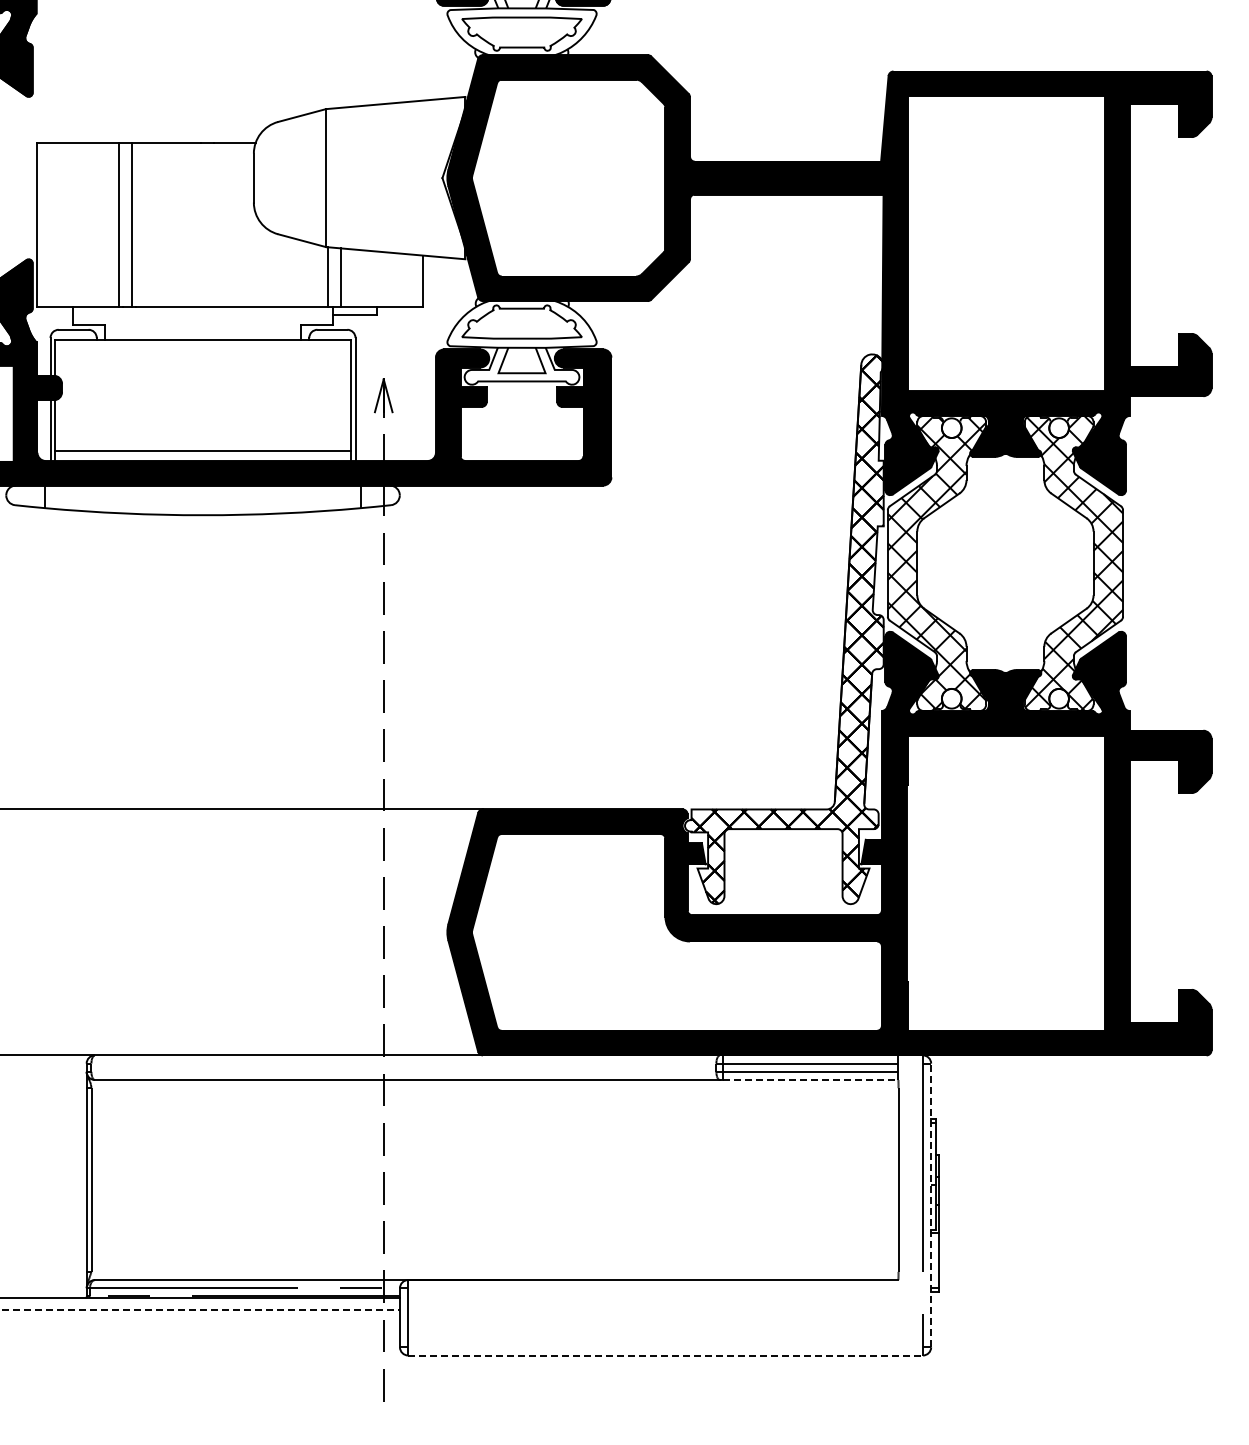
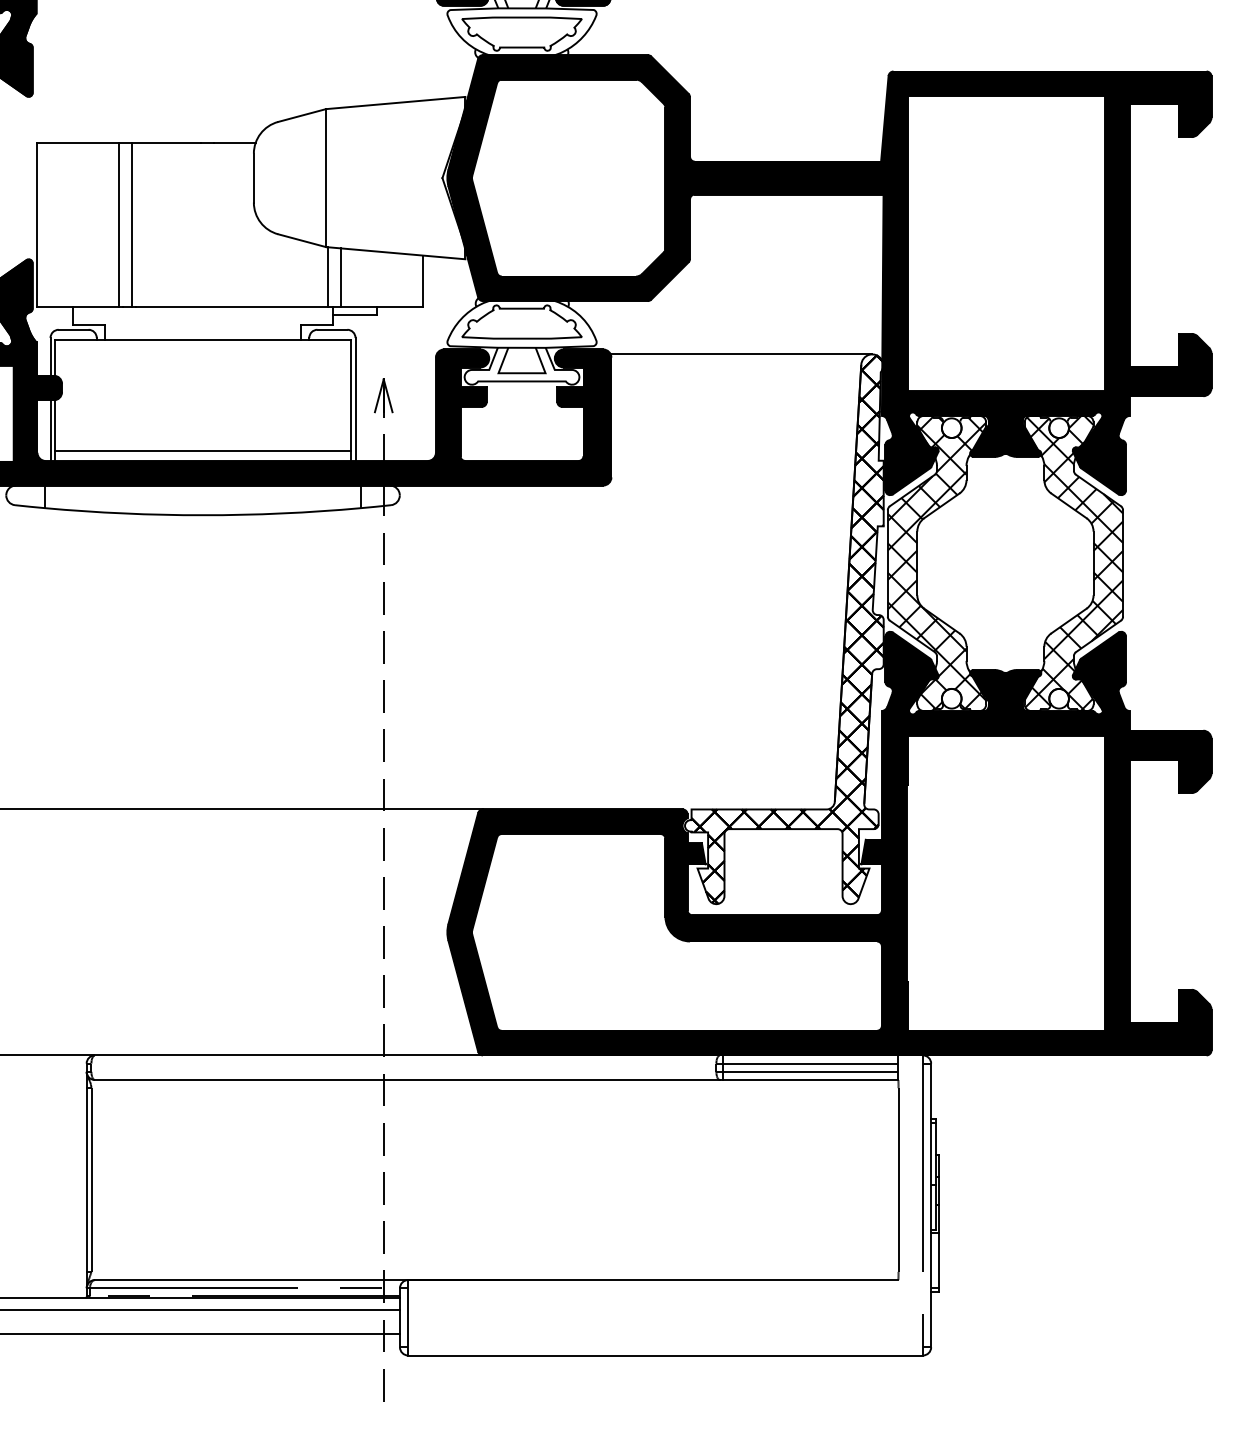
line at (741, 354): none -> present
line at (810, 1080): dashed -> solid
line at (931, 1205): dashed -> solid
line at (200, 1309): dashed -> solid
line at (200, 1334): none -> present
line at (666, 1355): dashed -> solid
